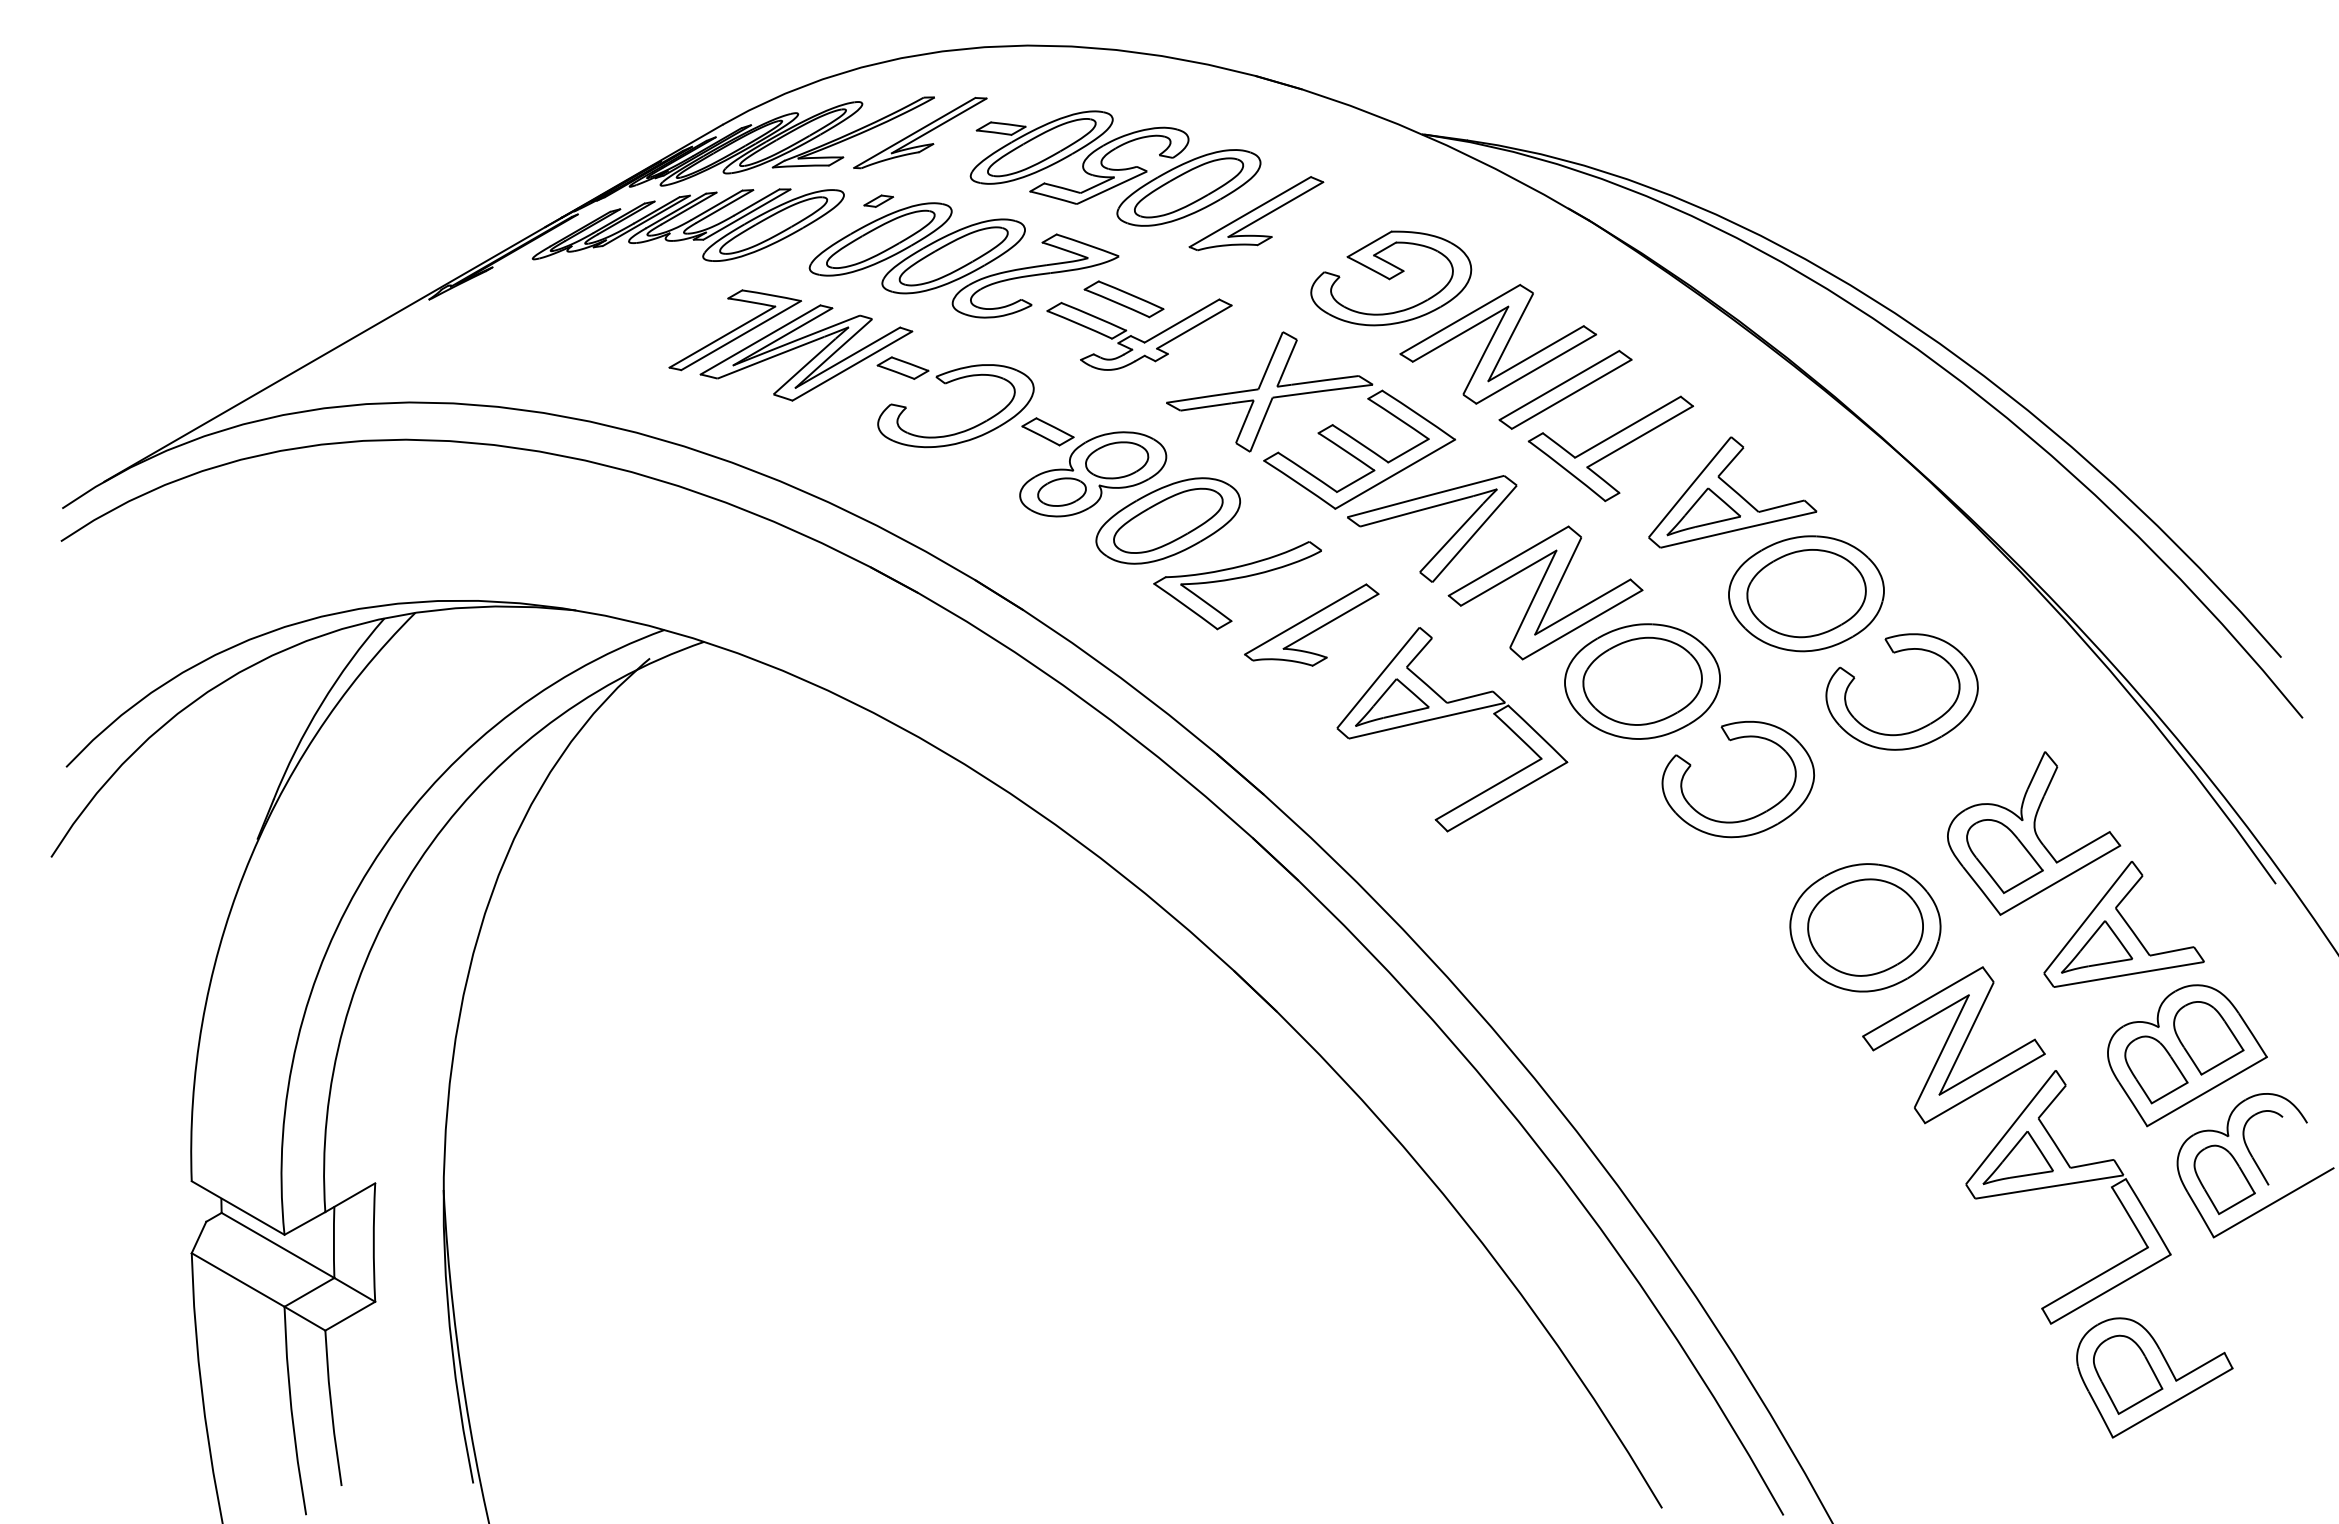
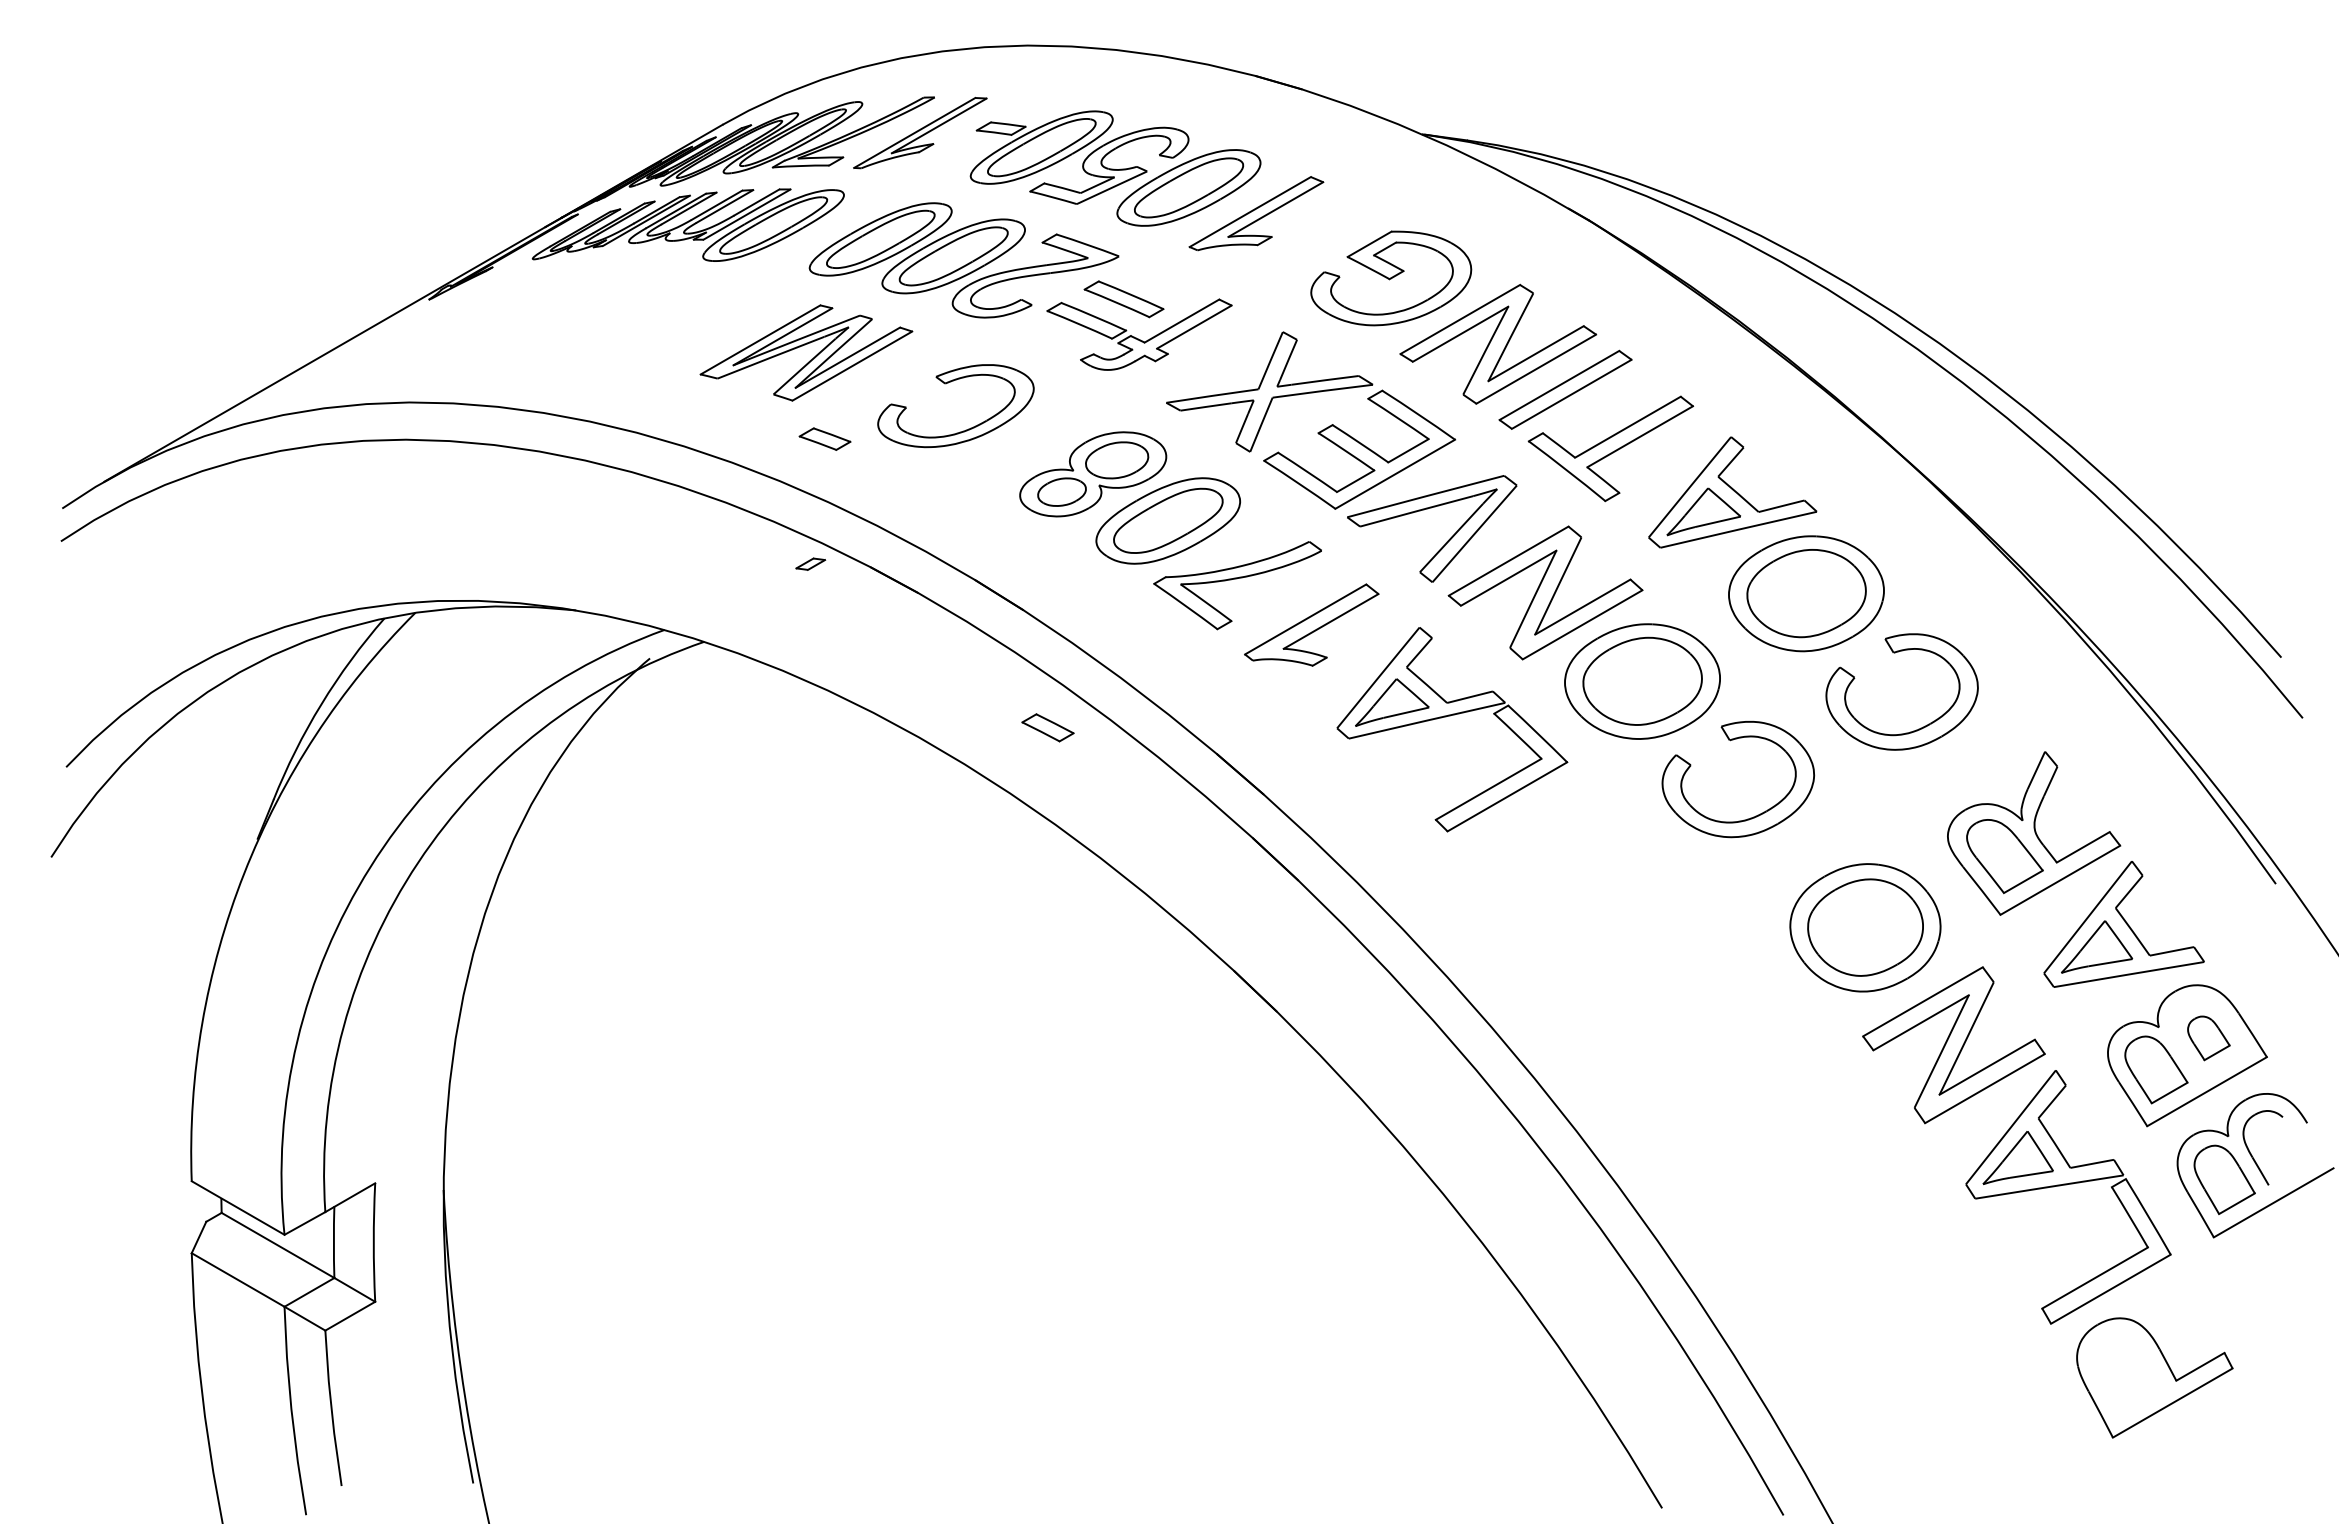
part at (878, 200) position: (878, 200) -> (810, 563)
part at (735, 330): present -> none
part at (902, 367) position: (902, 367) -> (824, 438)
part at (1047, 431) position: (1047, 431) -> (1047, 727)
part at (2208, 1038) size: 72x75 px -> 44x47 px
part at (2128, 1374): present -> none
